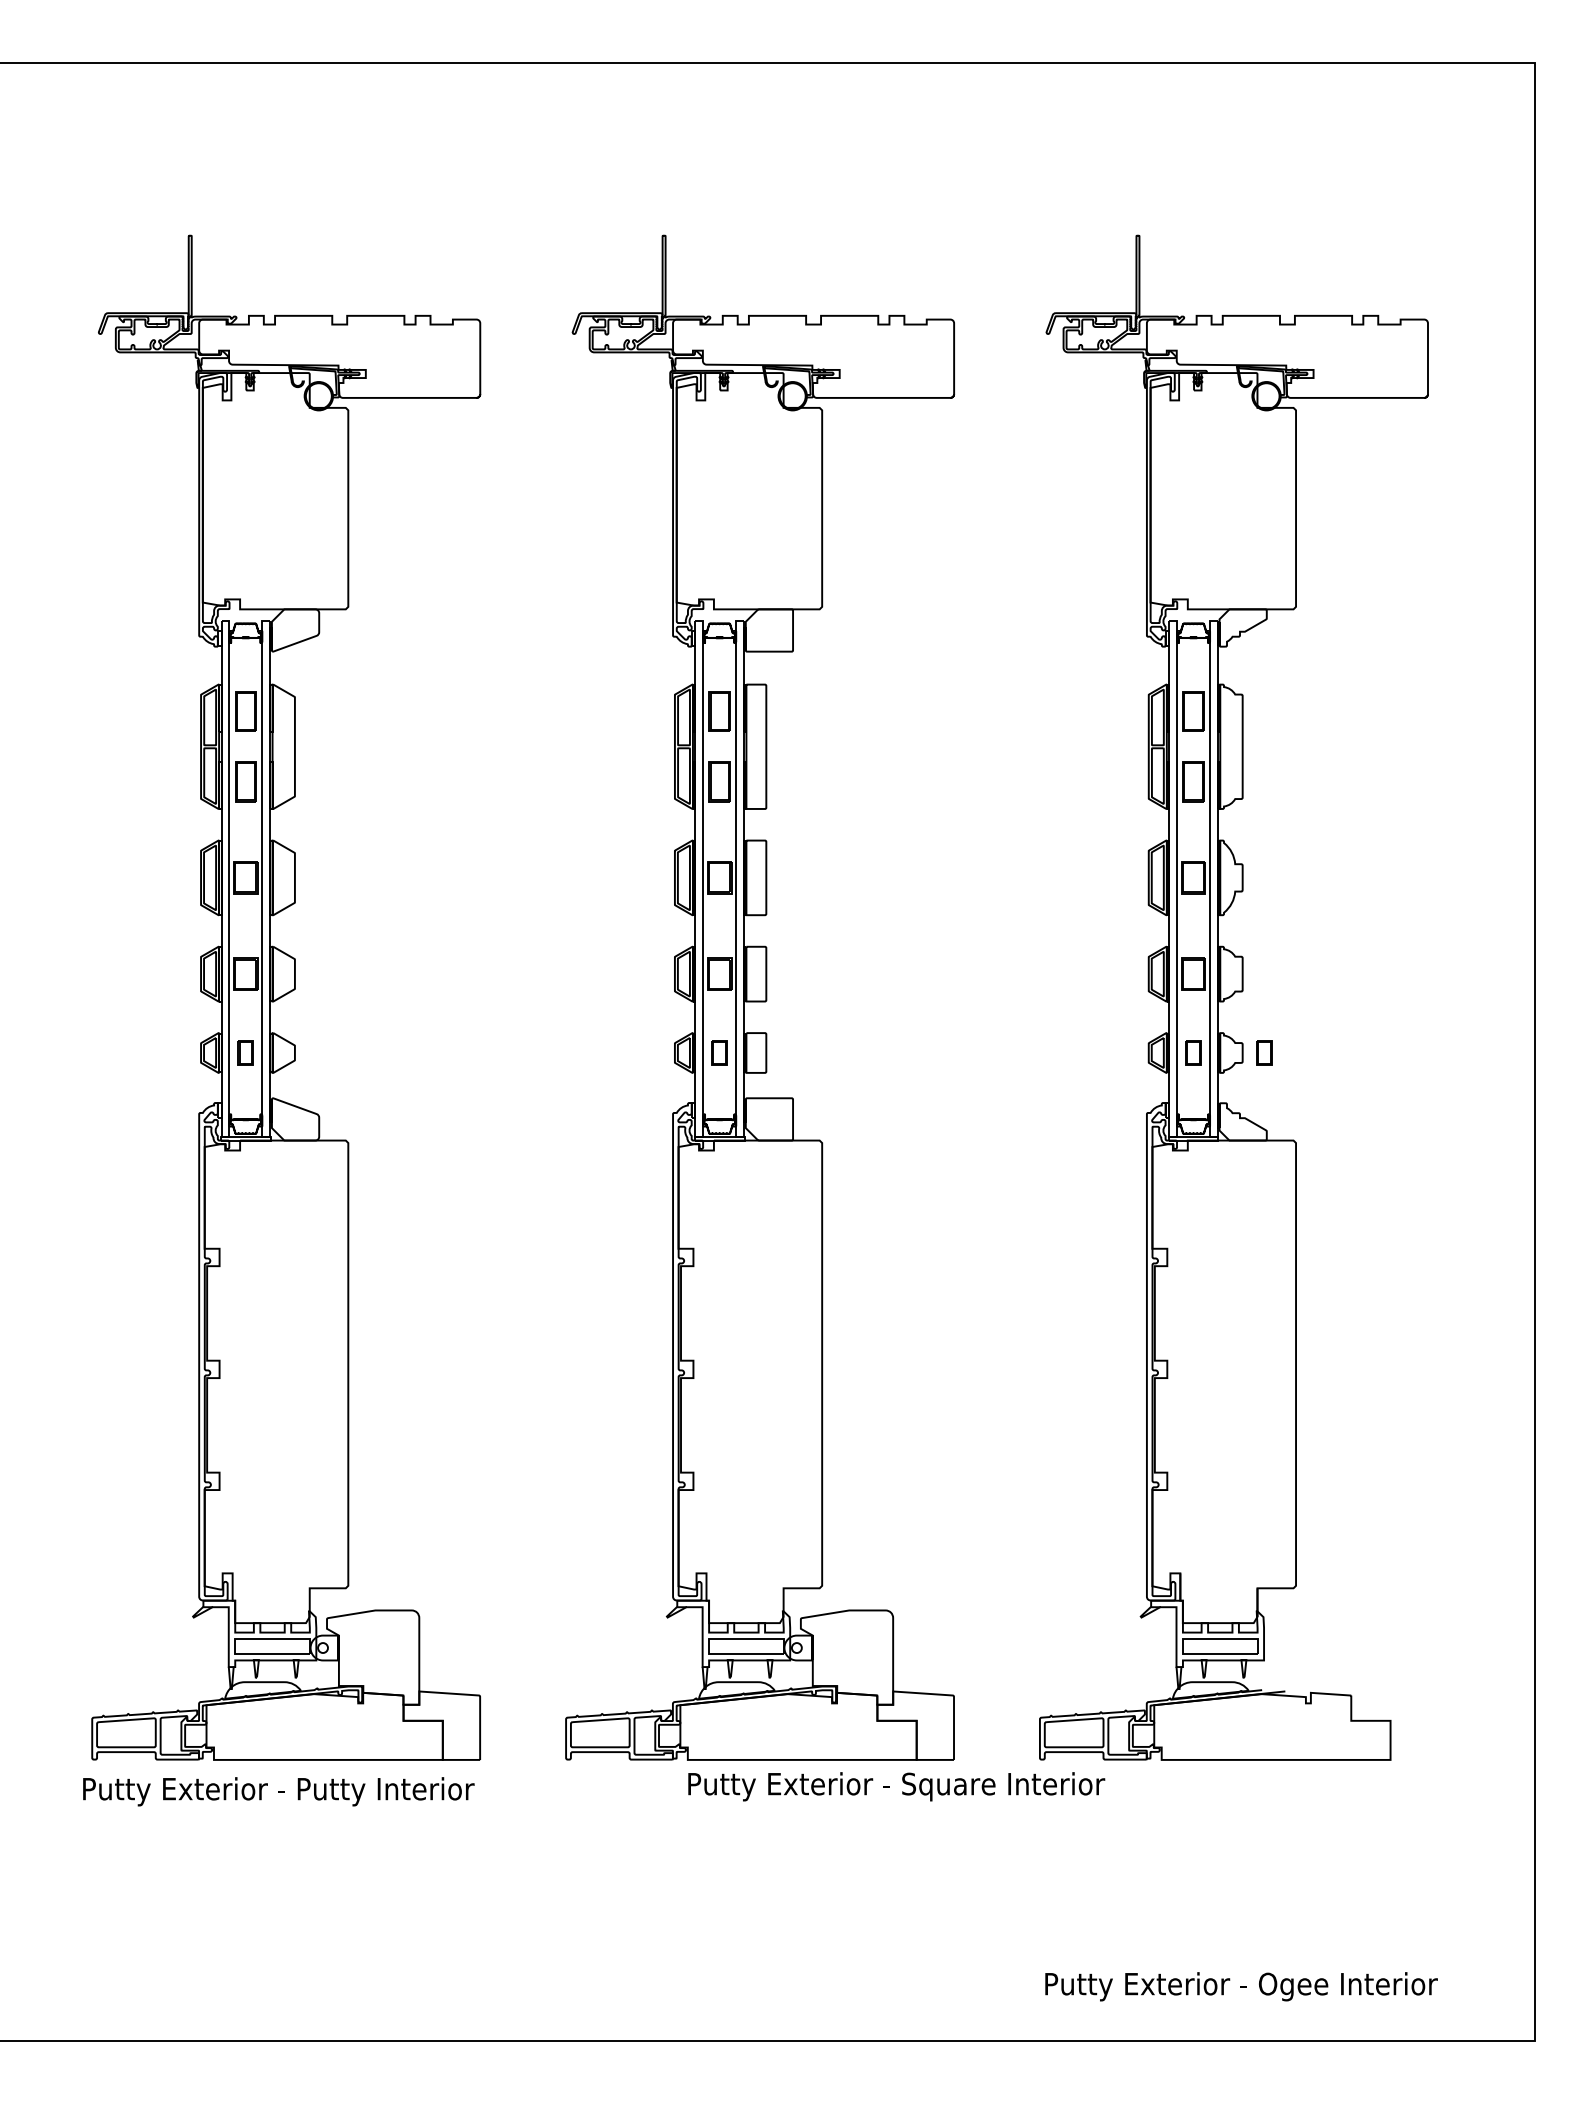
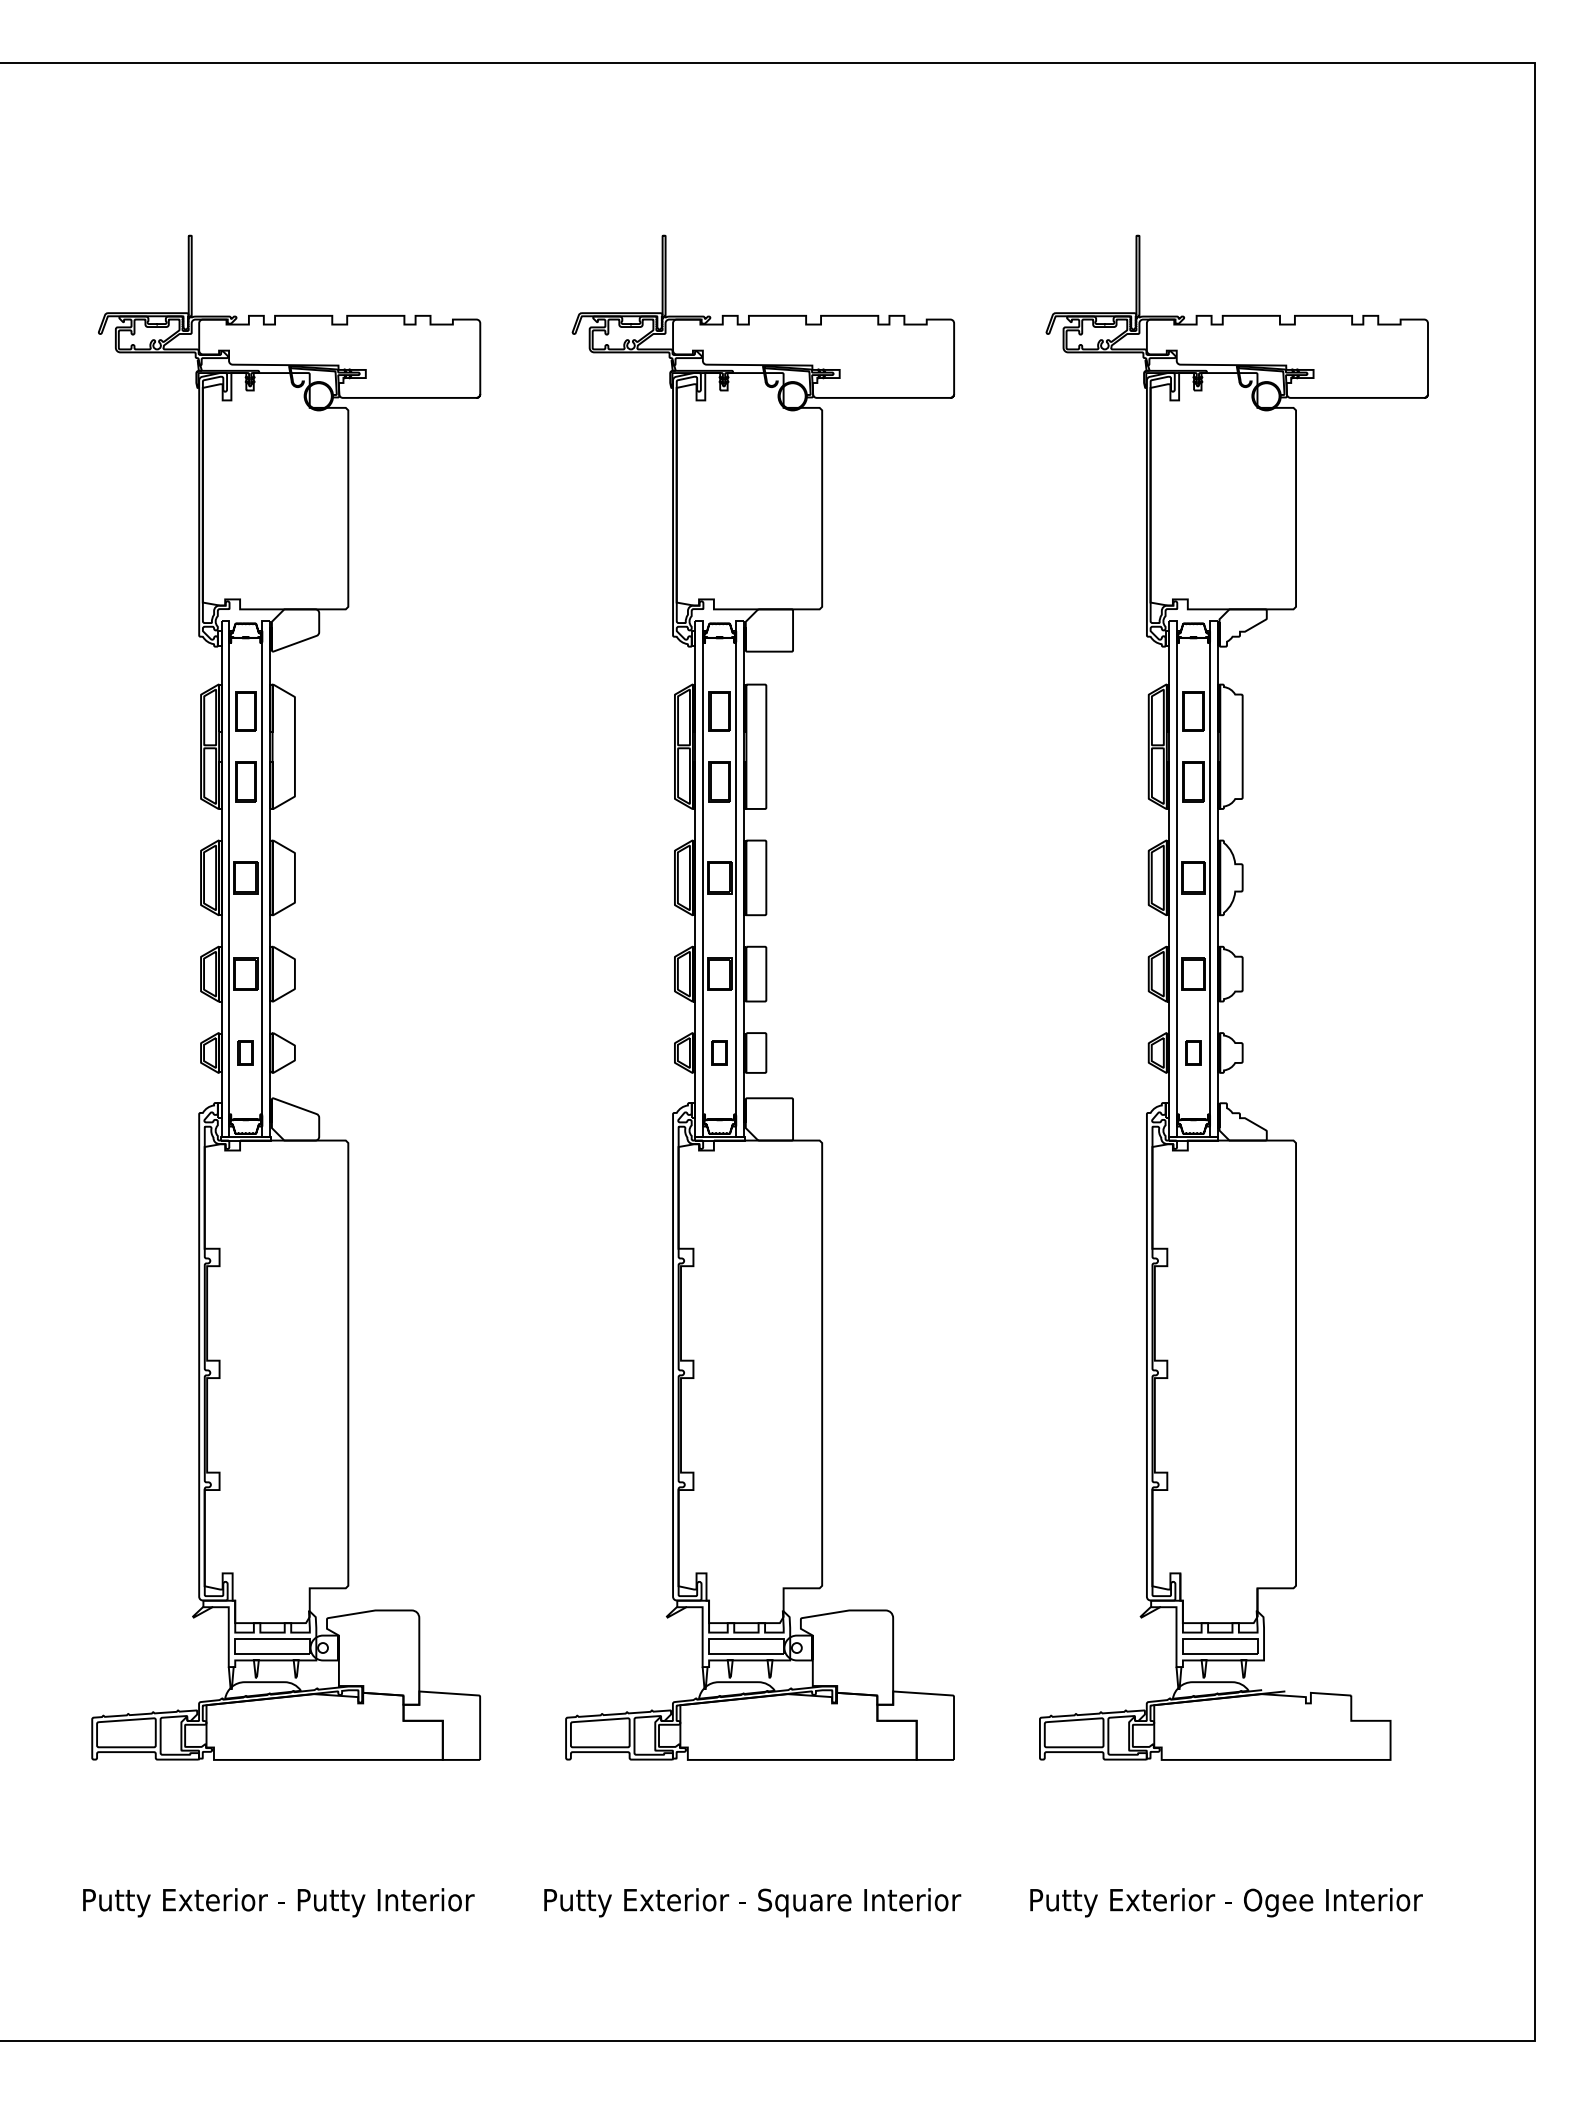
part at (1264, 1052): present -> none
text at (896, 1786) position: (896, 1786) -> (752, 1902)
text at (278, 1791) position: (278, 1791) -> (278, 1902)
text at (1241, 1986) position: (1241, 1986) -> (1226, 1902)
